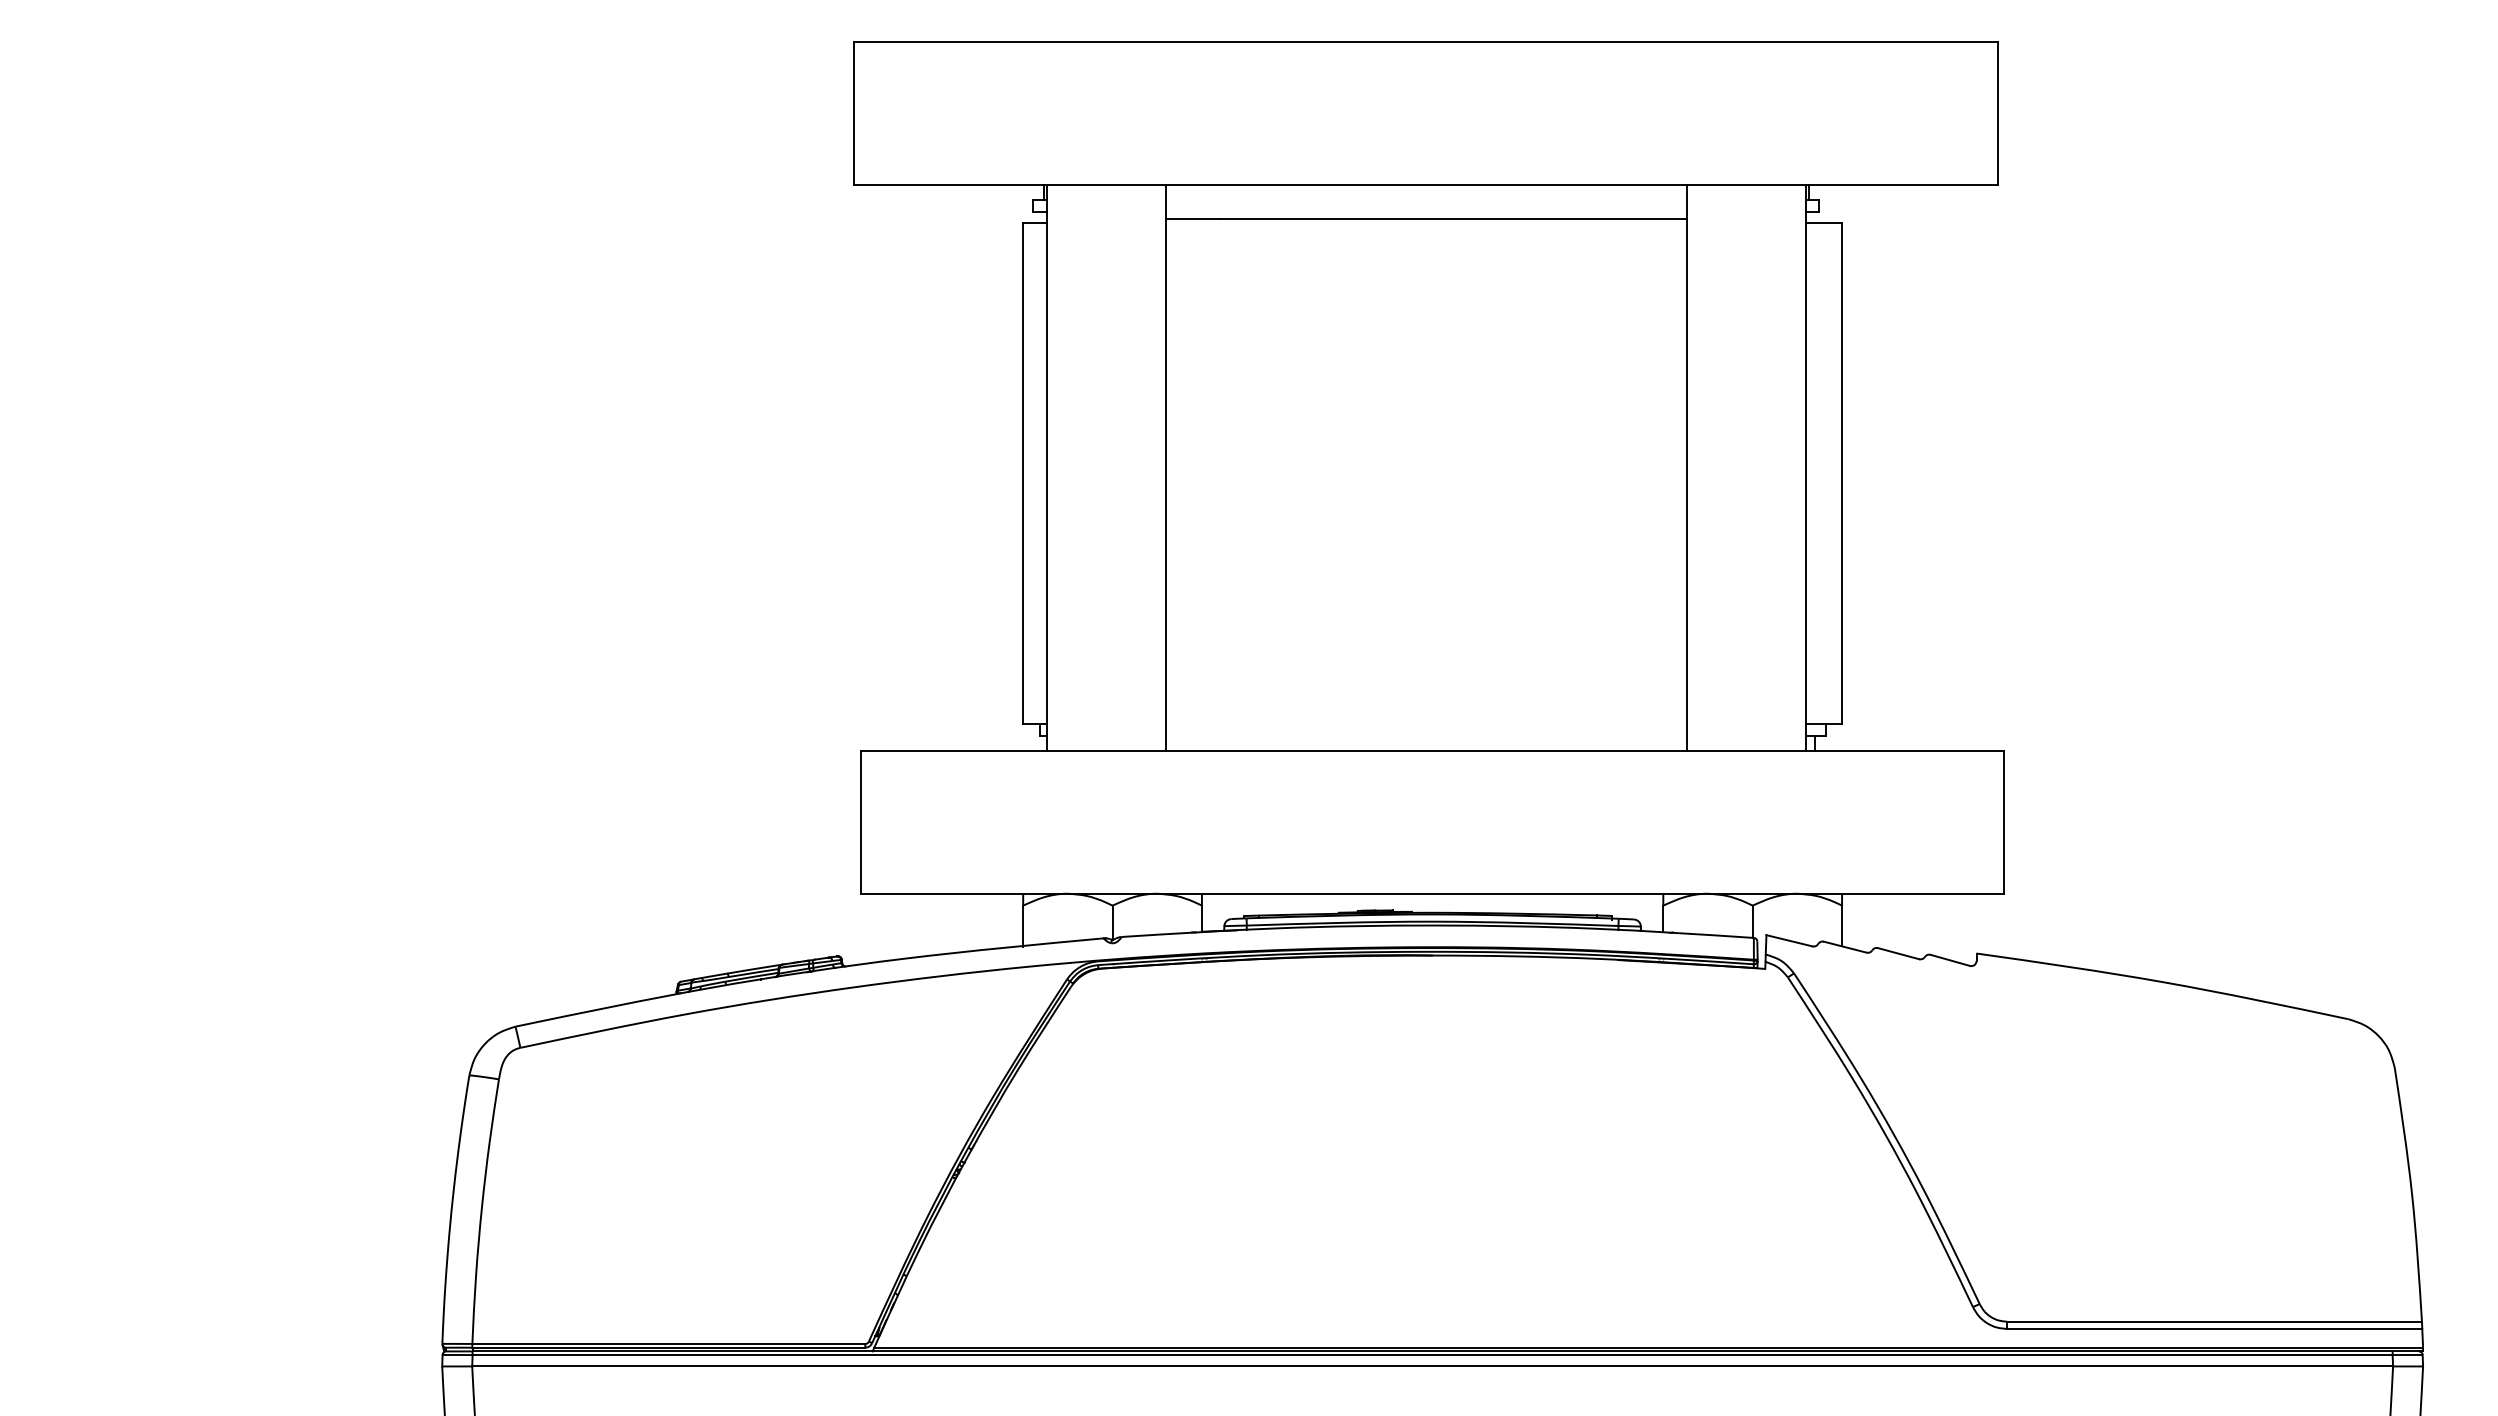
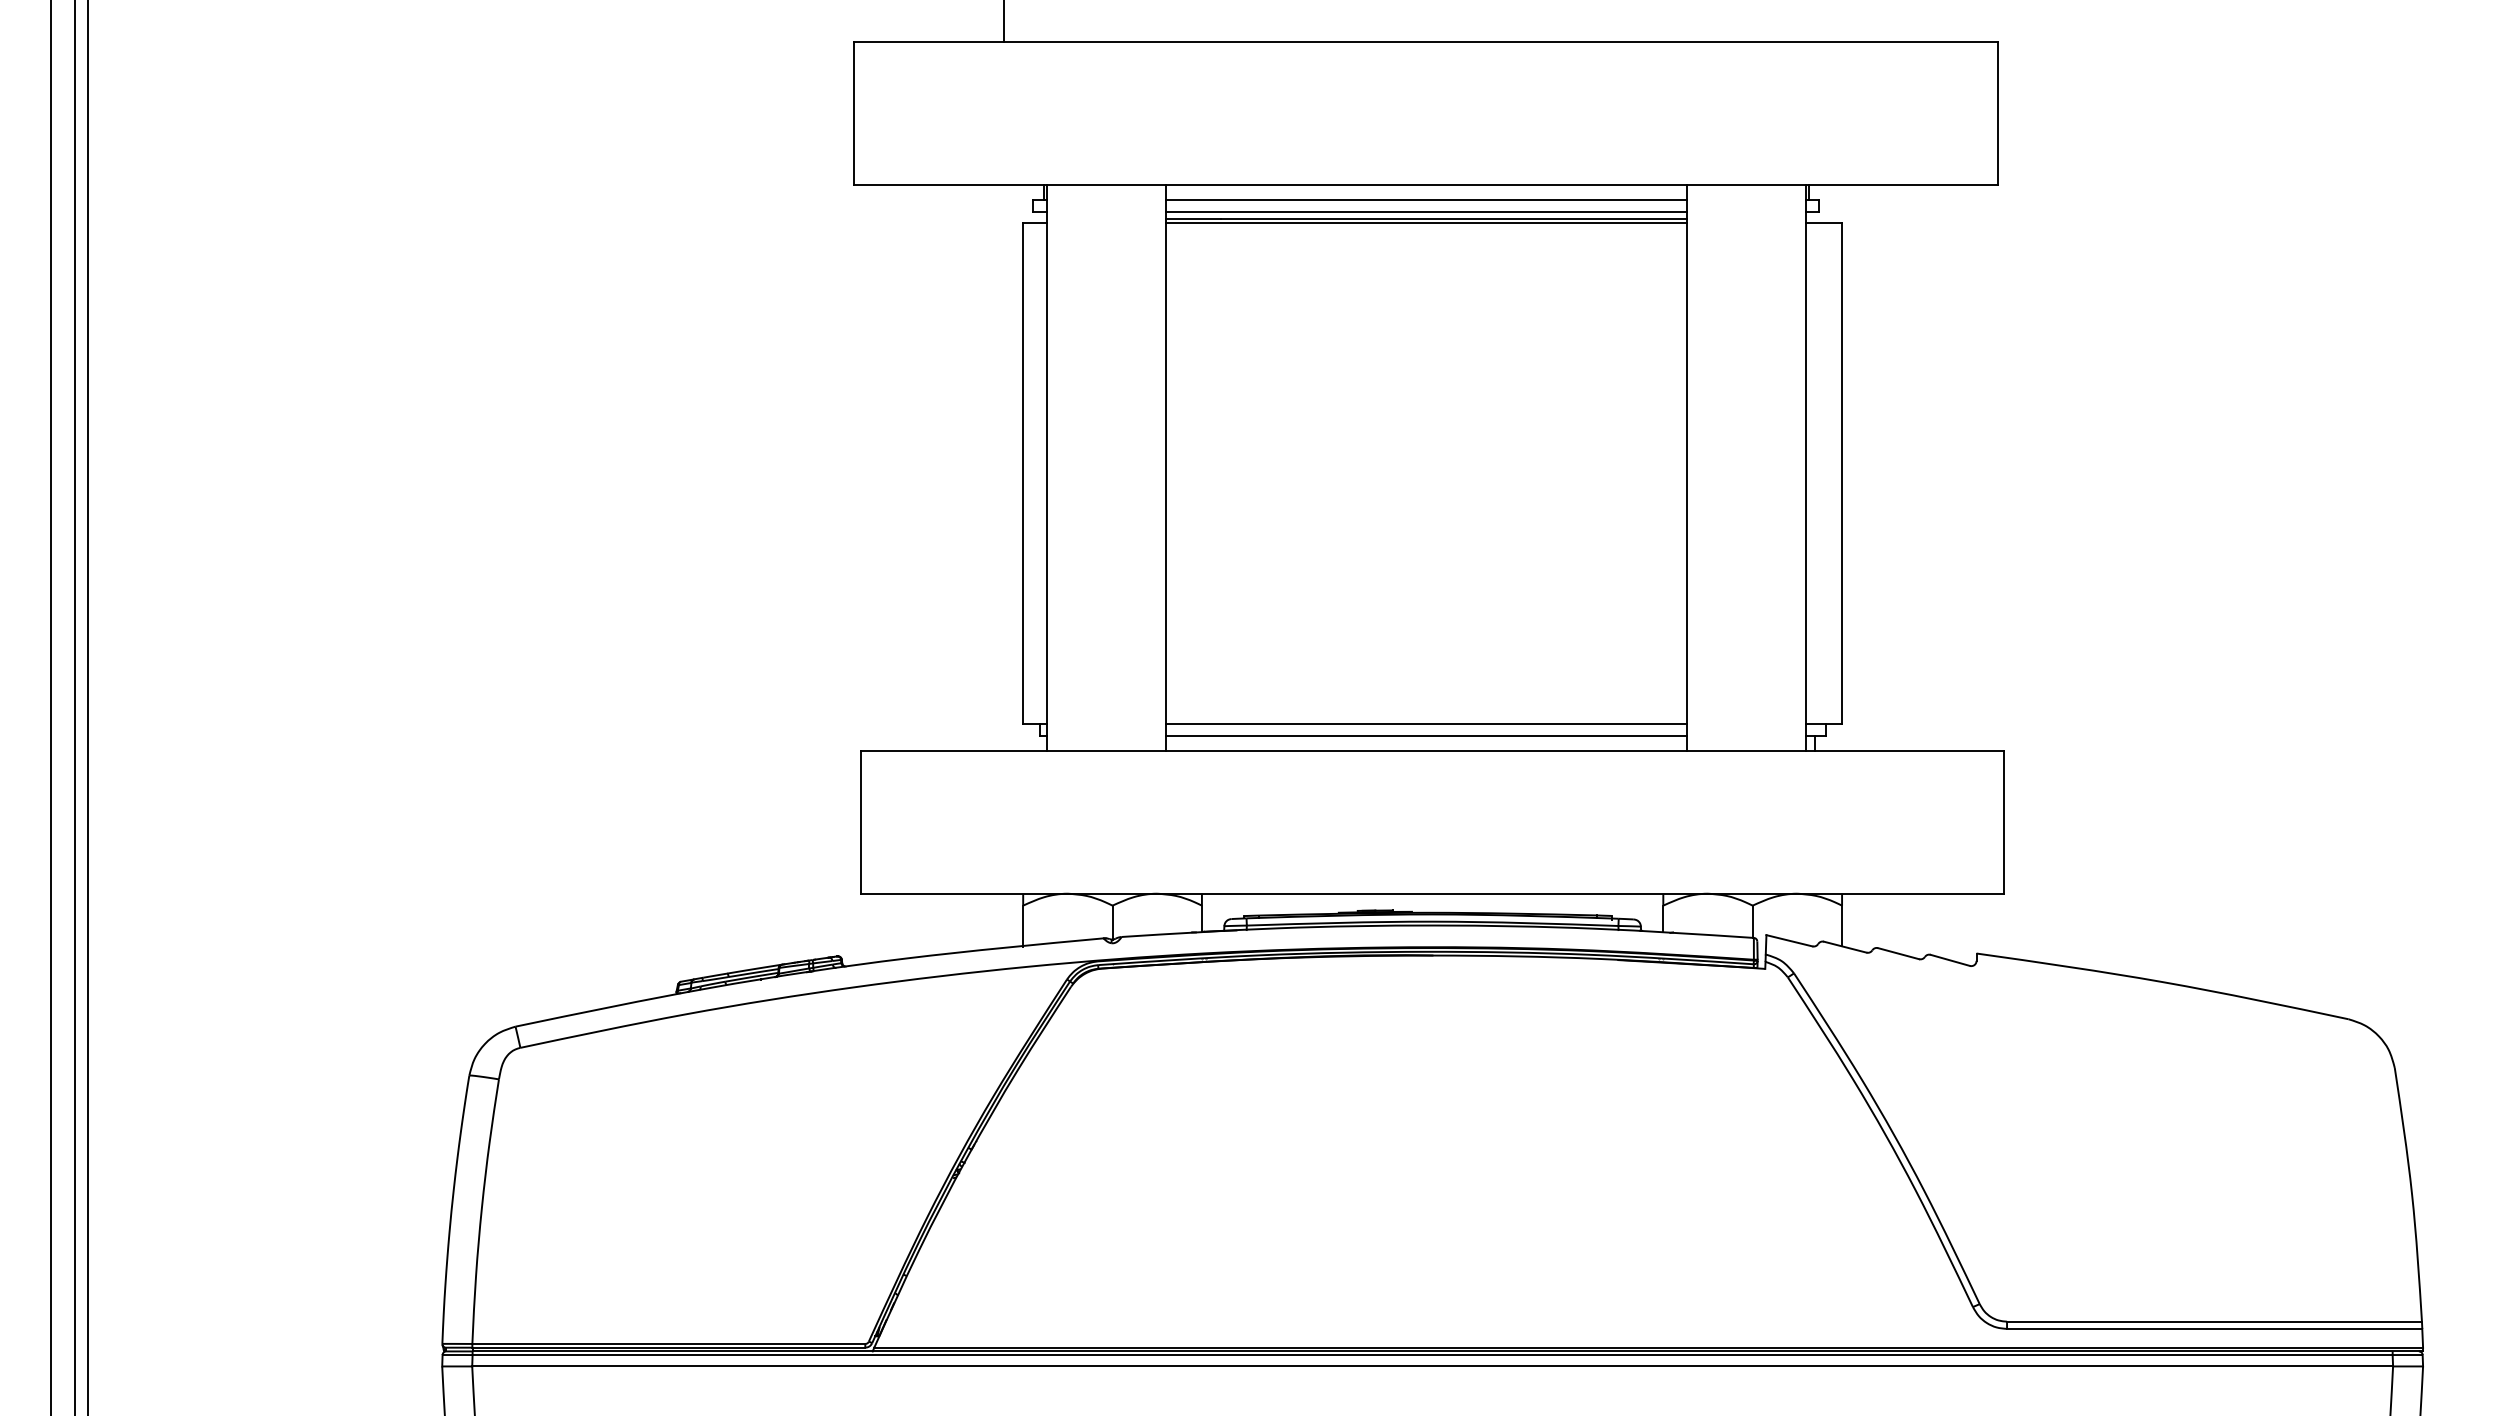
line at (1004, 22): none -> present
line at (1425, 200): none -> present
line at (1425, 212): none -> present
line at (1426, 222): none -> present
line at (51, 707): none -> present
line at (74, 707): none -> present
line at (87, 707): none -> present
line at (1426, 723): none -> present
line at (1425, 735): none -> present
